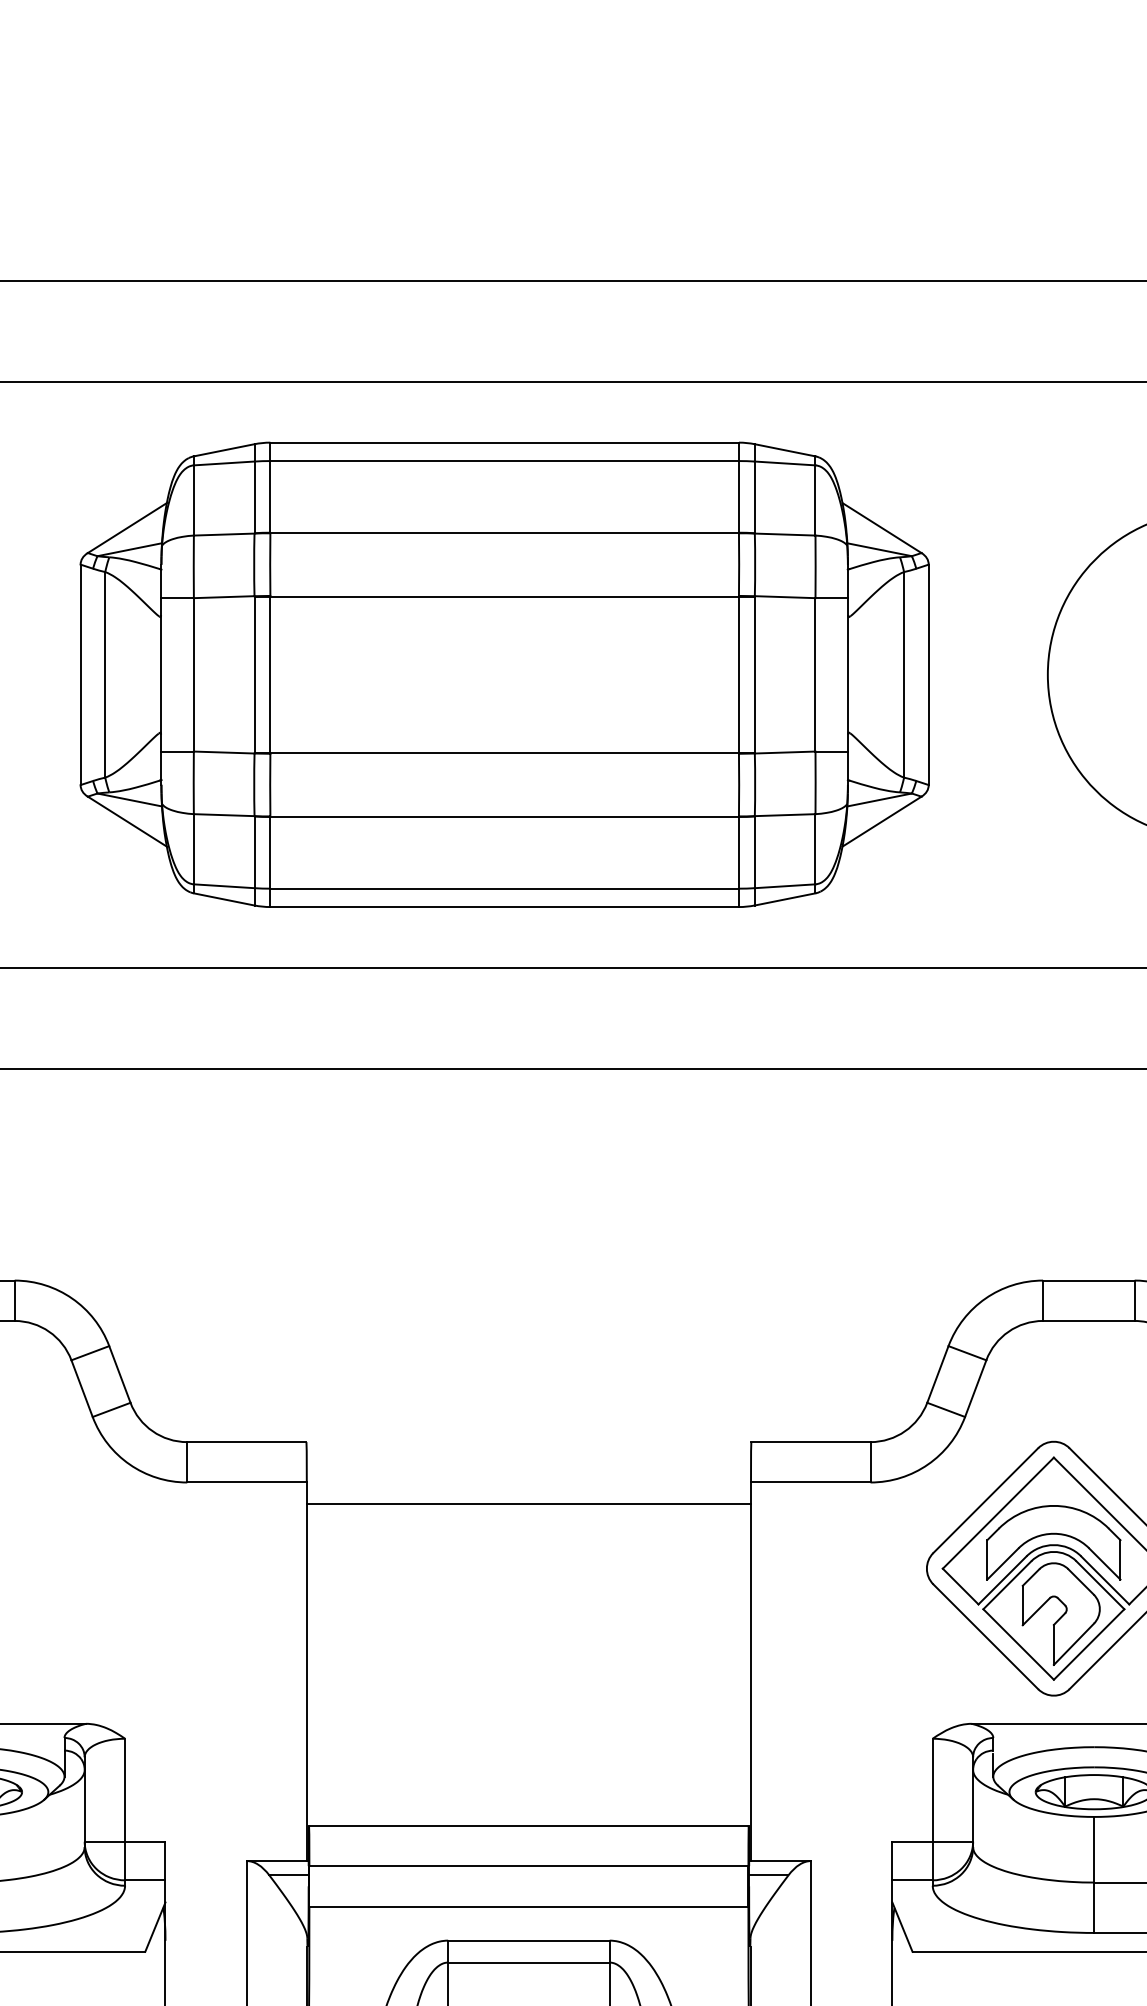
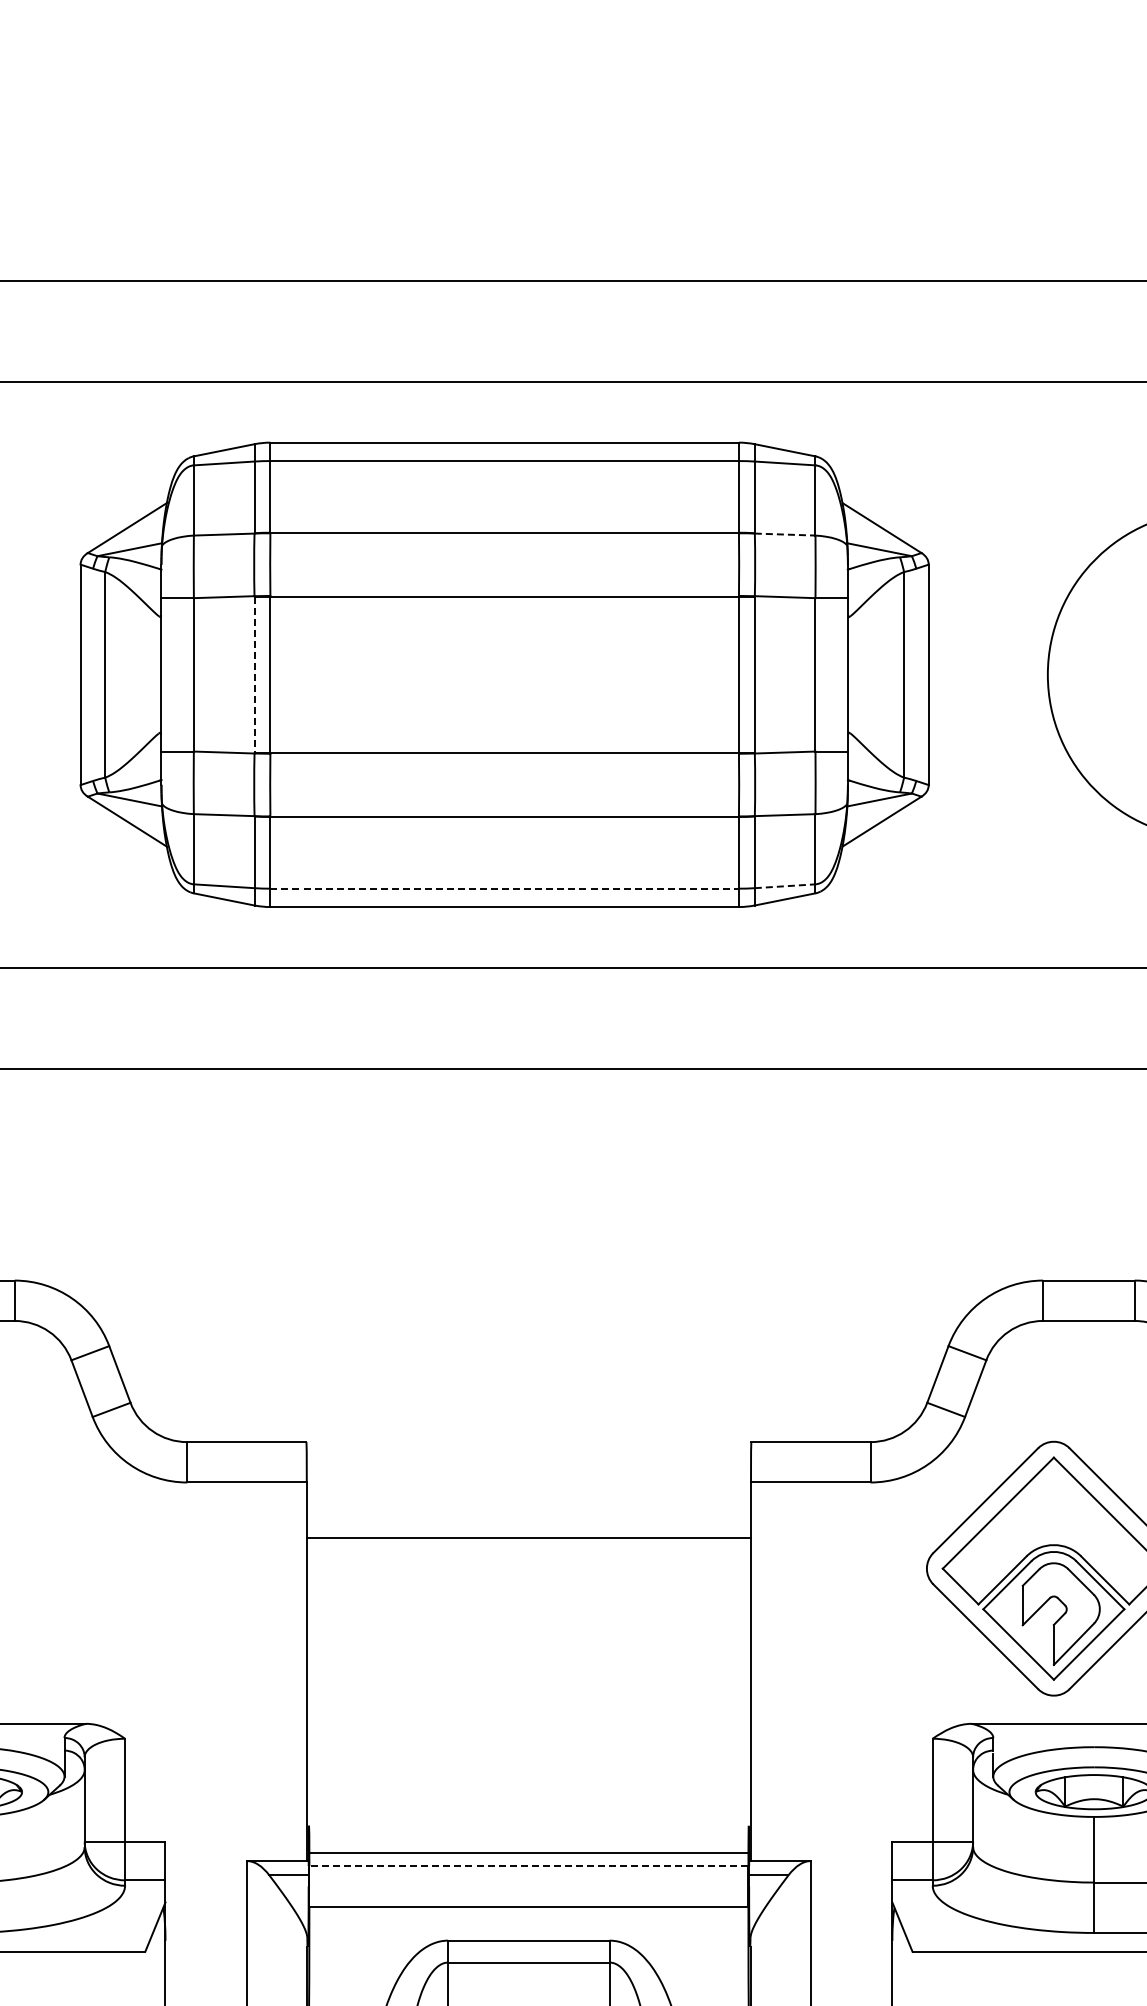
line at (785, 534): solid -> dashed
line at (254, 675): solid -> dashed
line at (785, 886): solid -> dashed
line at (505, 888): solid -> dashed
line at (528, 1503) position: (528, 1503) -> (528, 1537)
part at (1053, 1534): present -> none
line at (528, 1825) position: (528, 1825) -> (528, 1852)
line at (528, 1866): solid -> dashed
